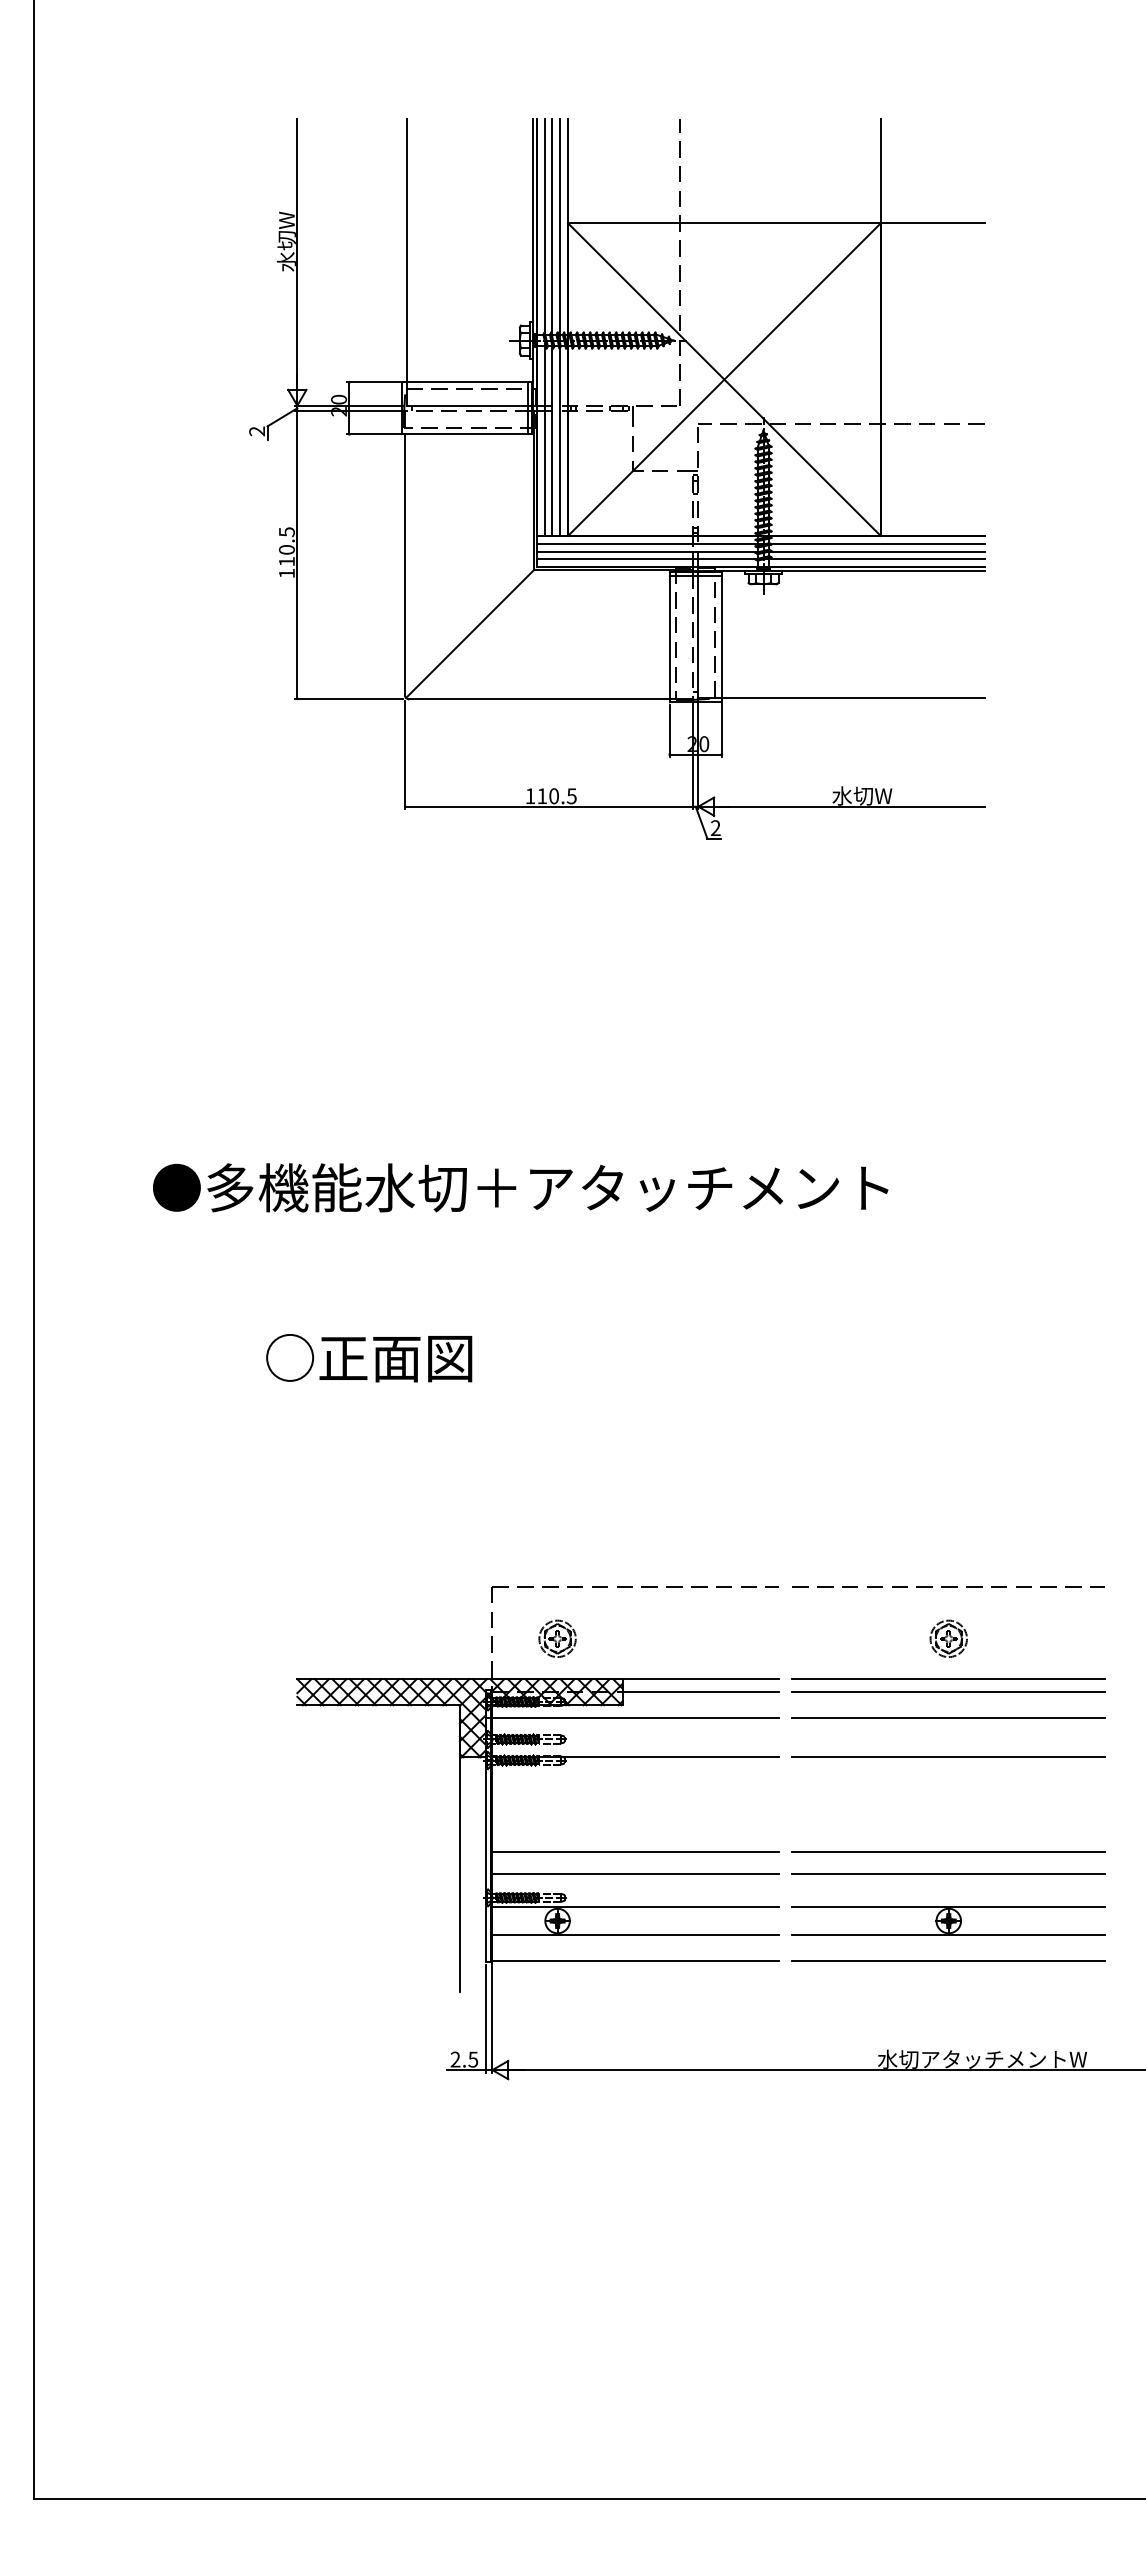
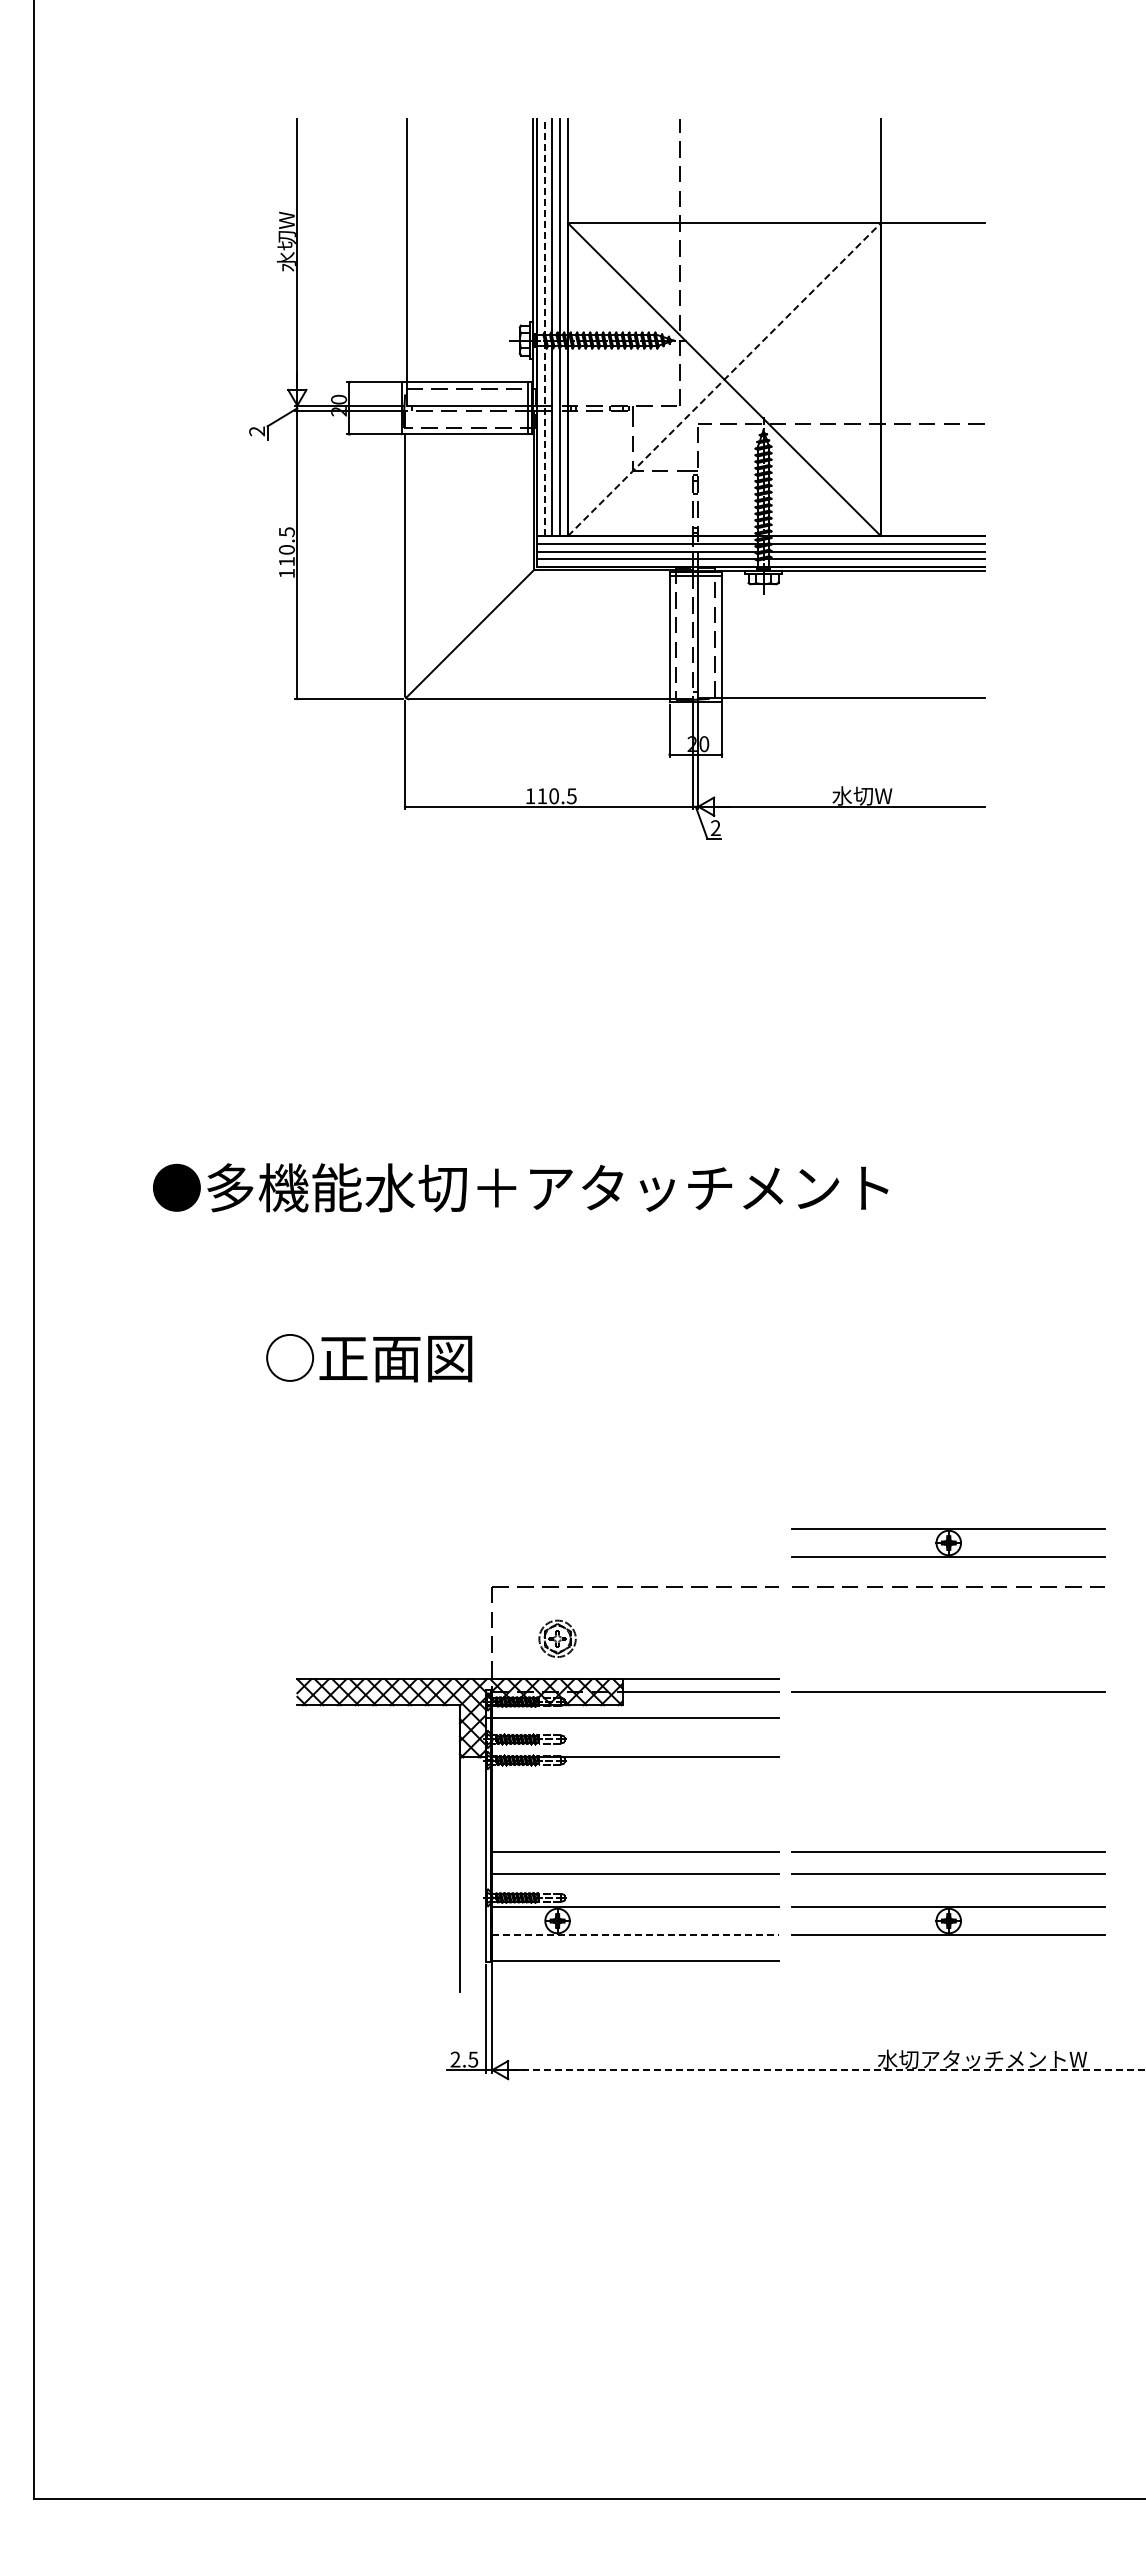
line at (544, 327): solid -> dashed
line at (724, 379): solid -> dashed
part at (948, 1542): none -> present
part at (948, 1638): present -> none
line at (948, 1678): present -> none
line at (948, 1718): present -> none
line at (948, 1757): present -> none
line at (636, 1934): solid -> dashed
line at (948, 1960): present -> none
line at (827, 2070): solid -> dashed
